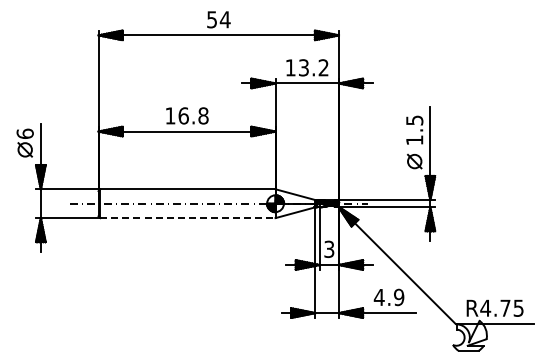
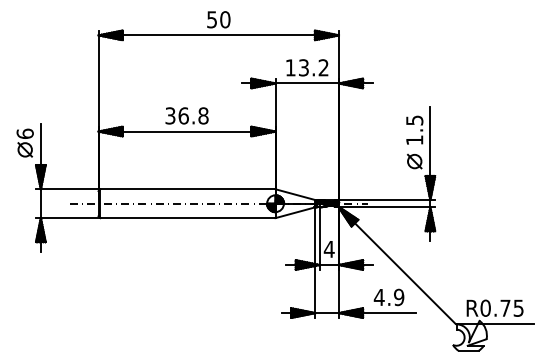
text at (224, 19): 54 -> 50
text at (170, 115): 16.8 -> 36.8
line at (188, 218): dashed -> solid
text at (328, 249): 3 -> 4
text at (485, 307): R4.75 -> R0.75
